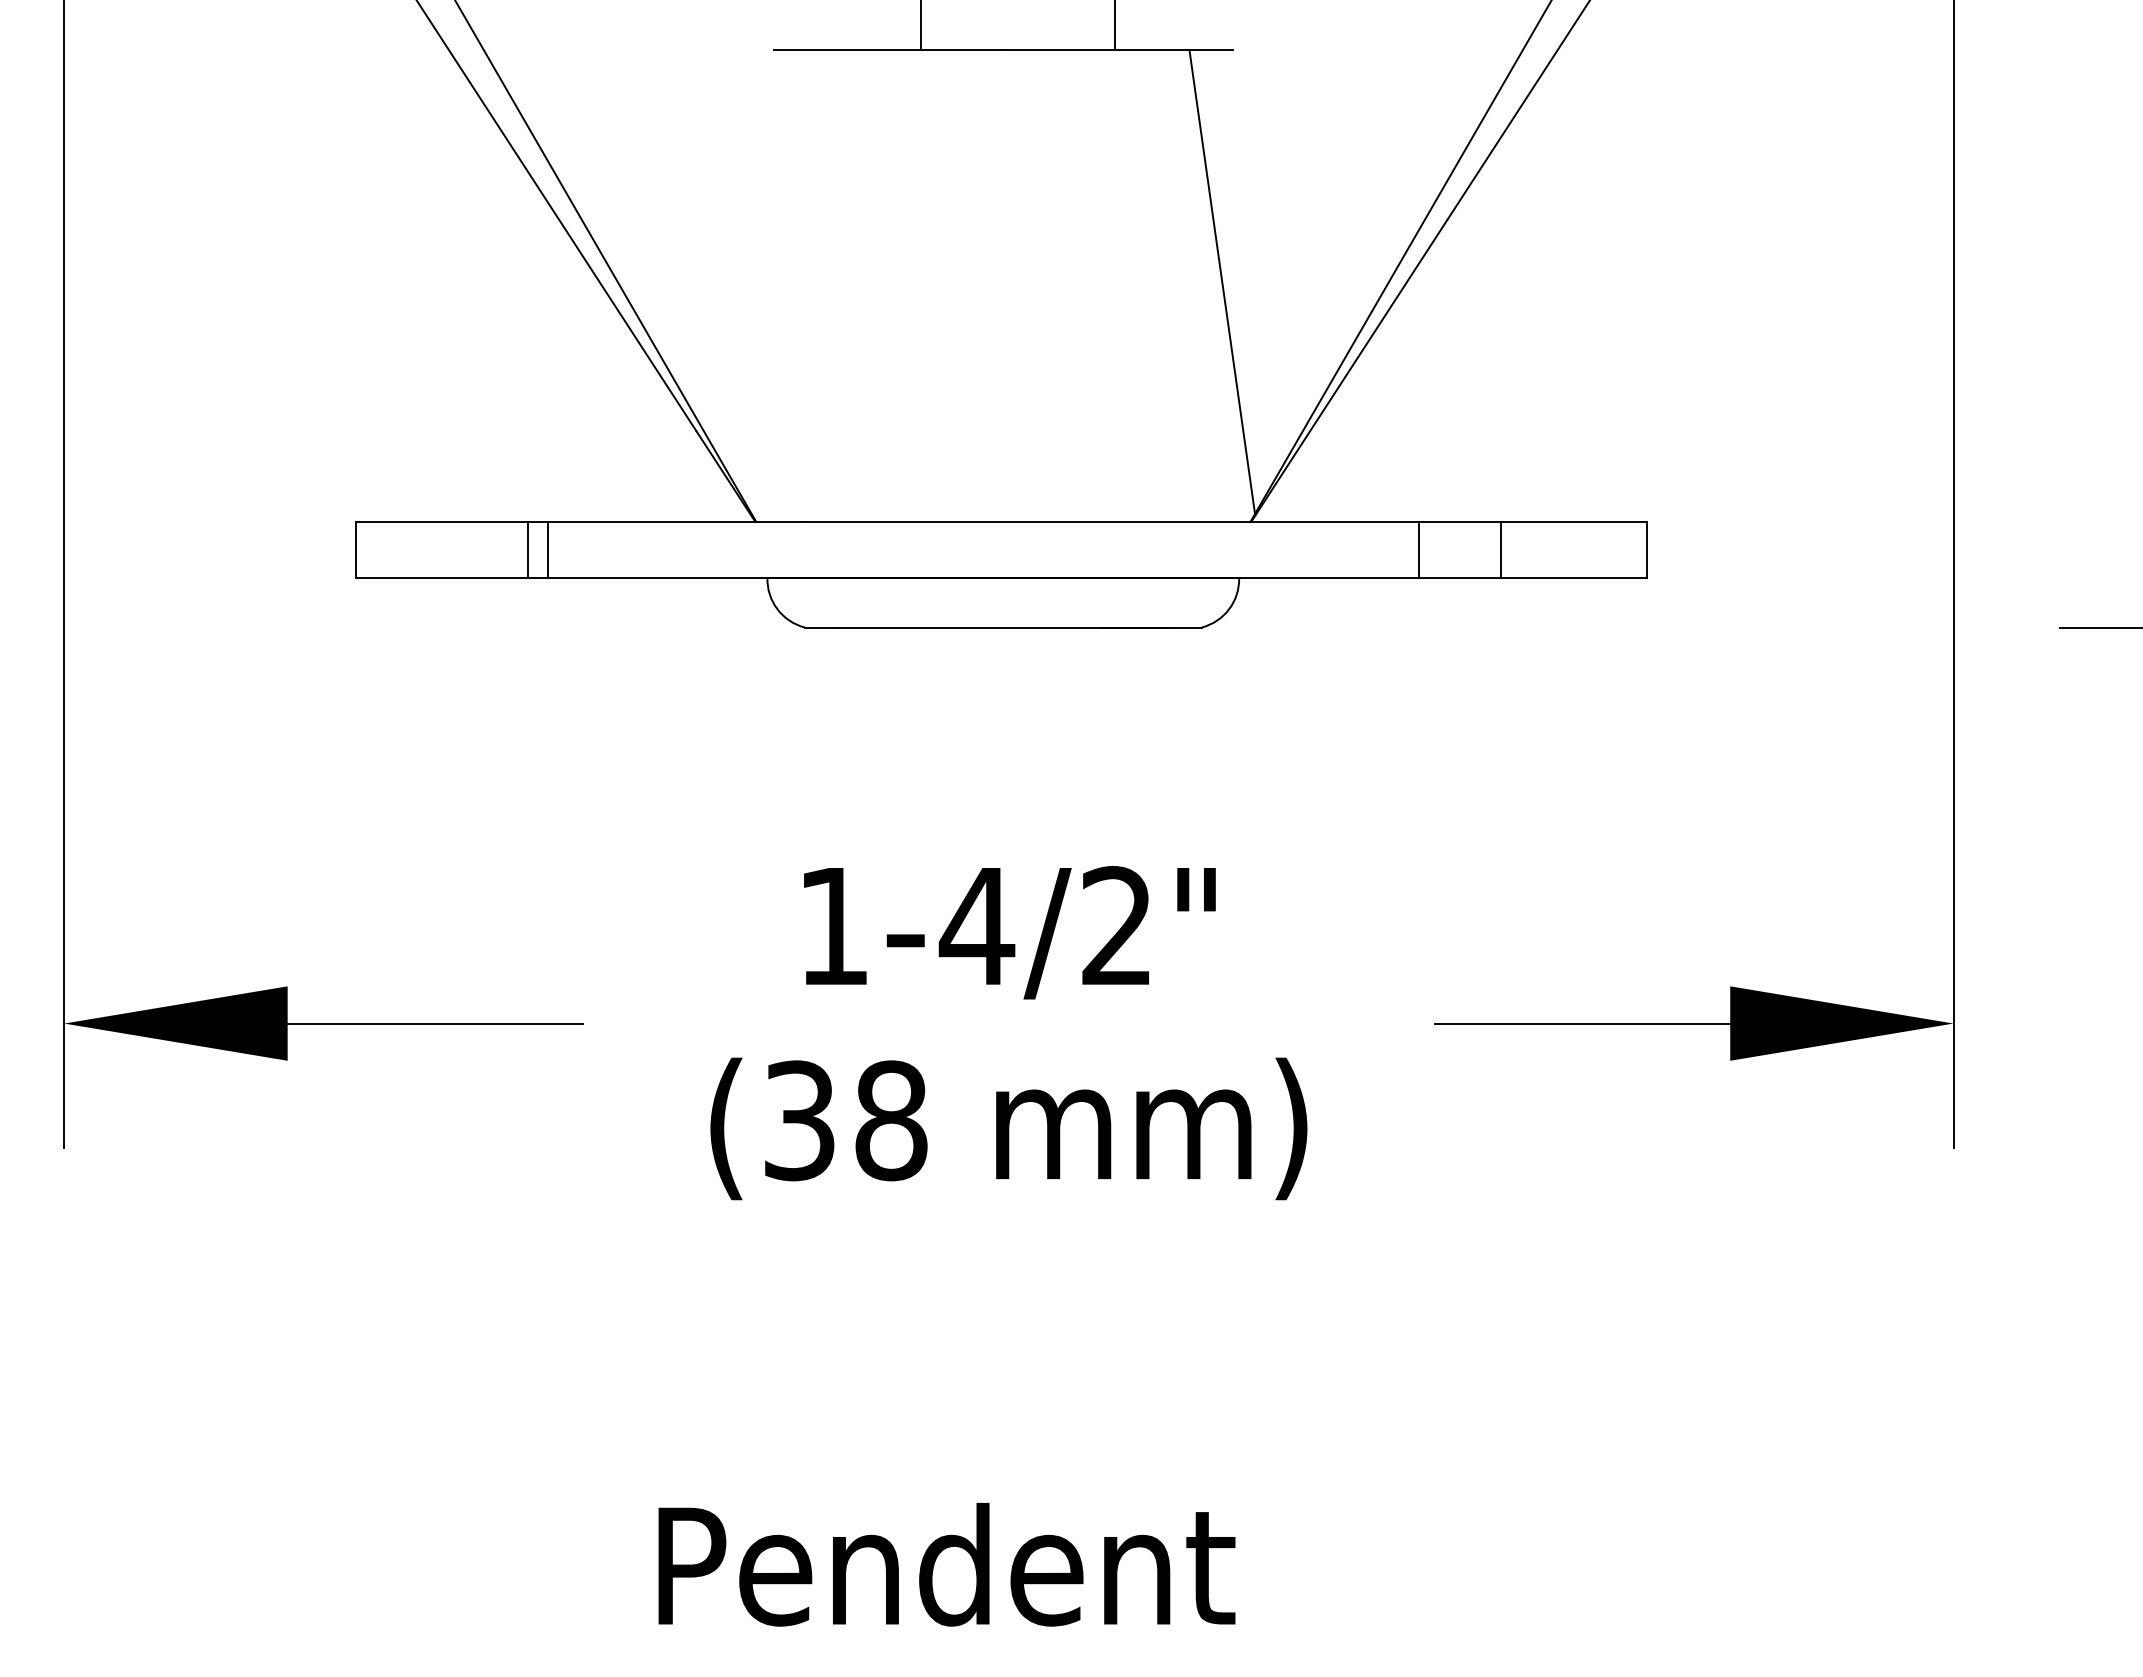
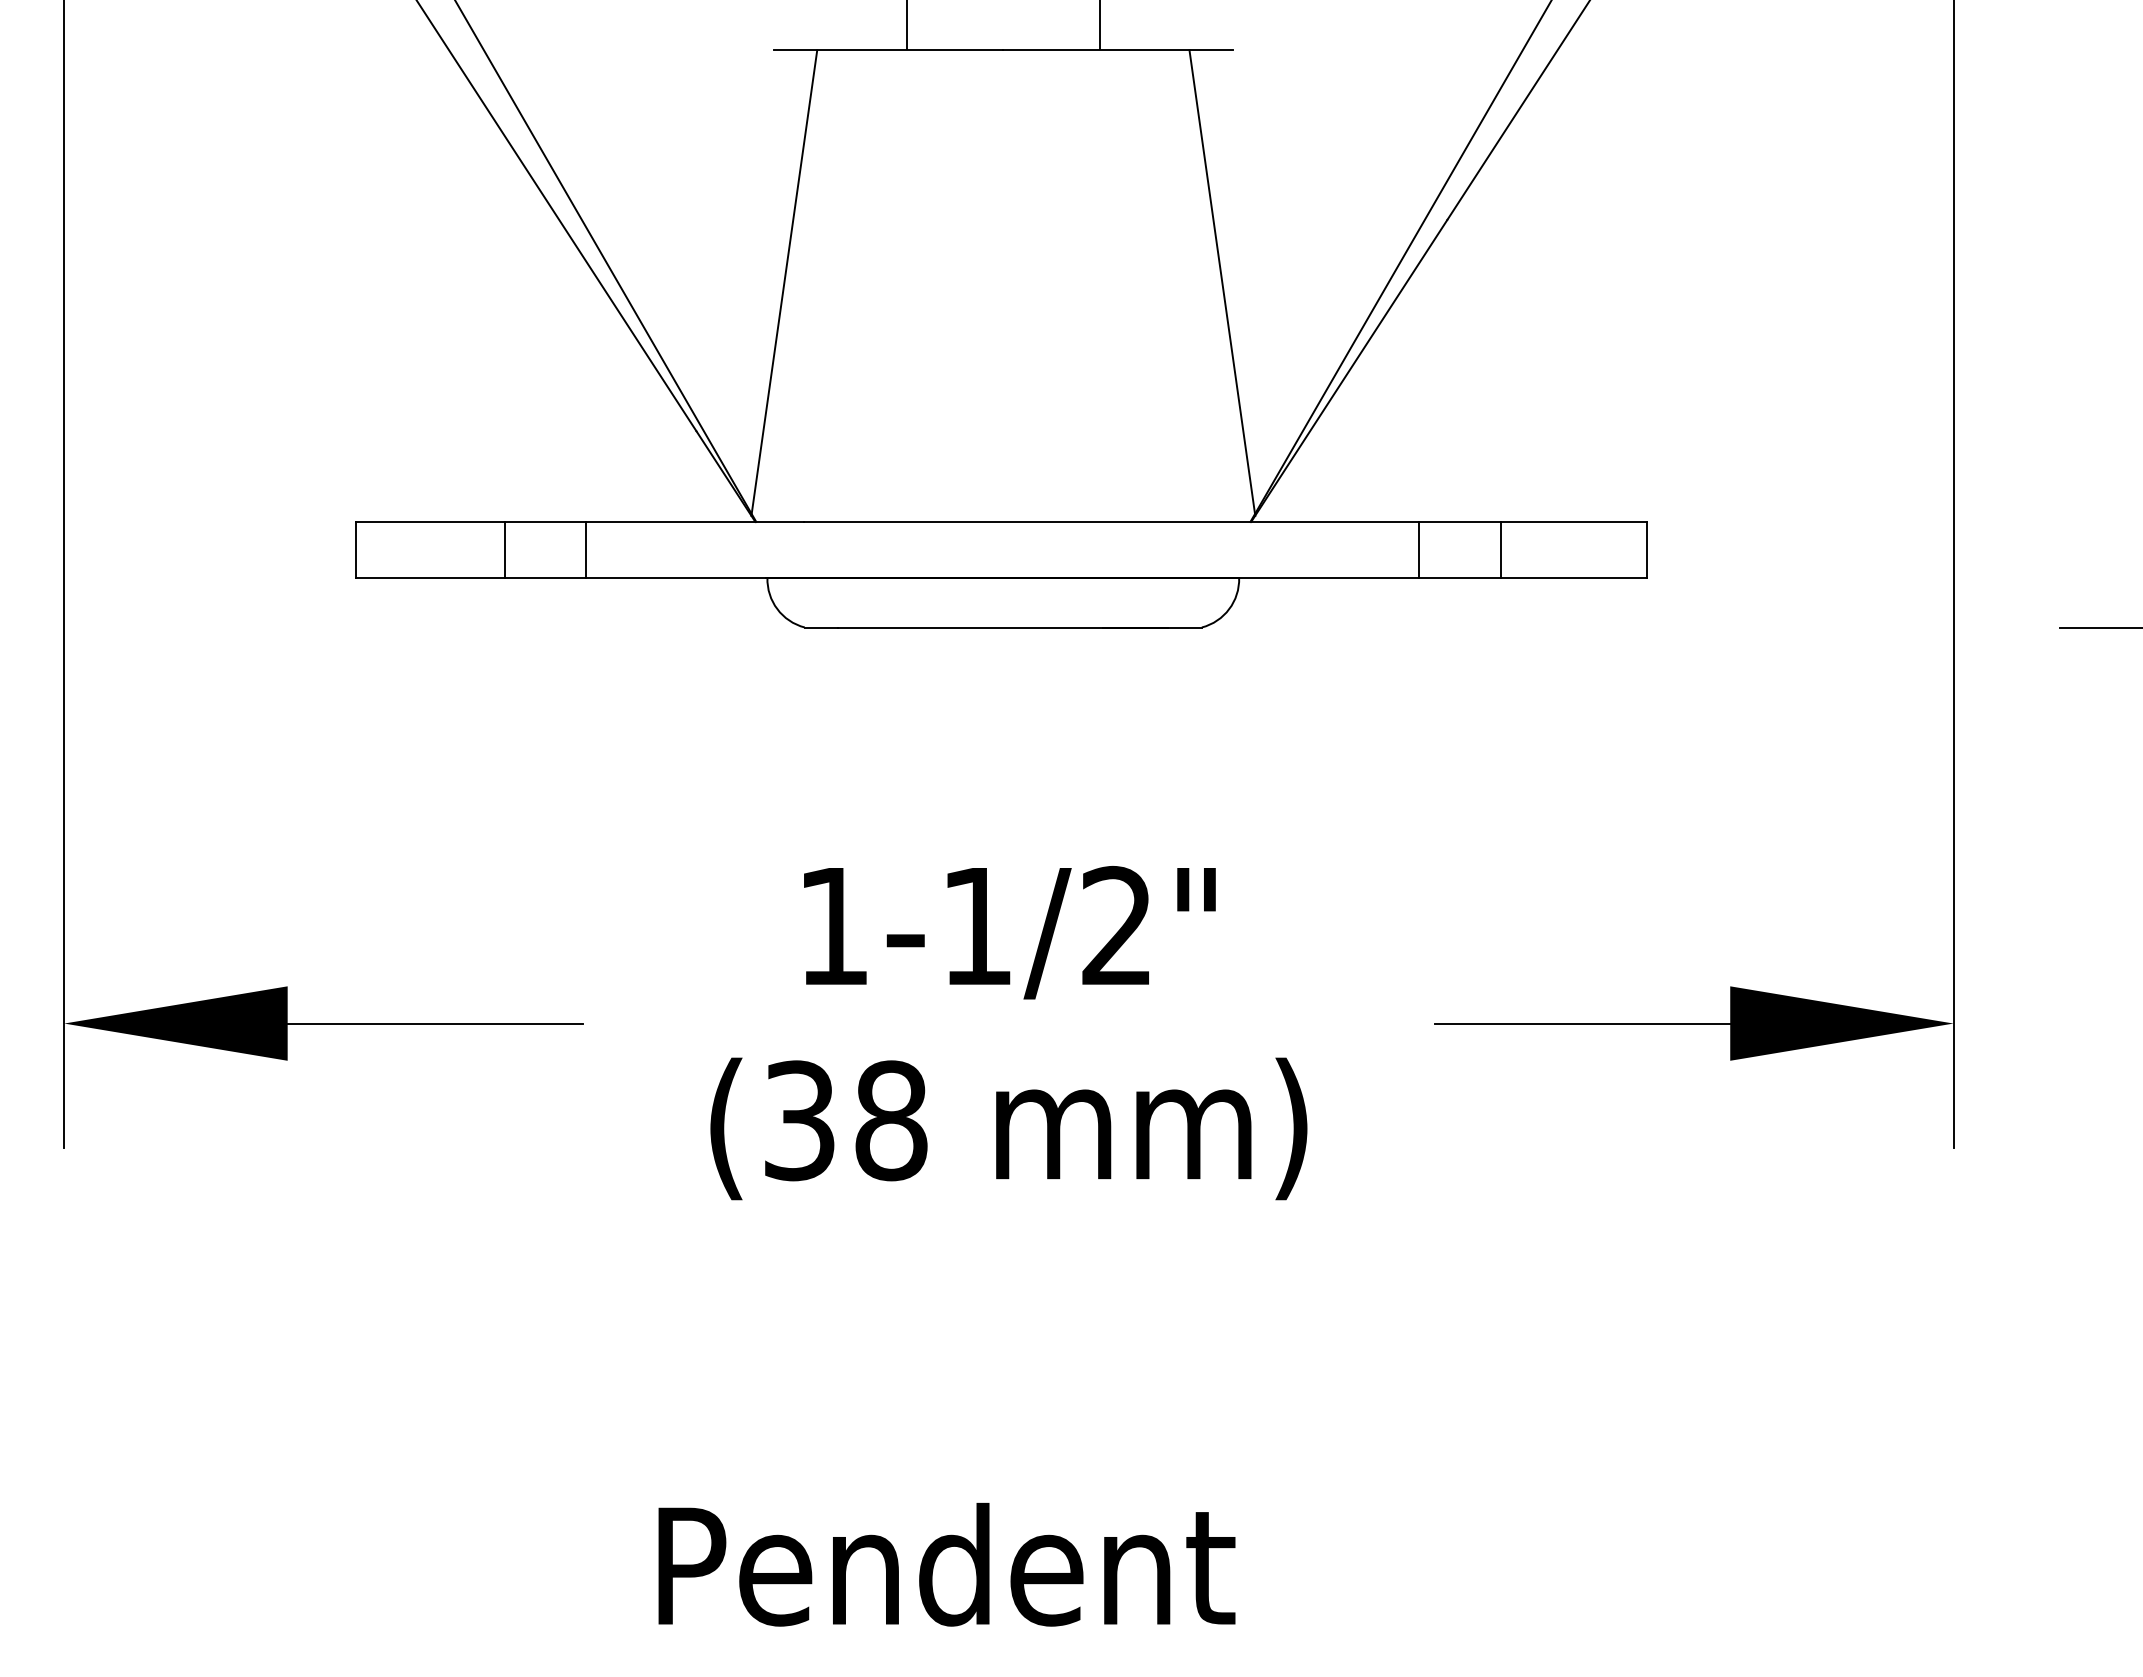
line at (920, 26) position: (920, 26) -> (906, 26)
line at (1115, 26) position: (1115, 26) -> (1100, 26)
line at (784, 282): none -> present
line at (527, 549) position: (527, 549) -> (504, 549)
line at (547, 549) position: (547, 549) -> (585, 549)
text at (976, 926): 1-4/2" -> 1-1/2"
